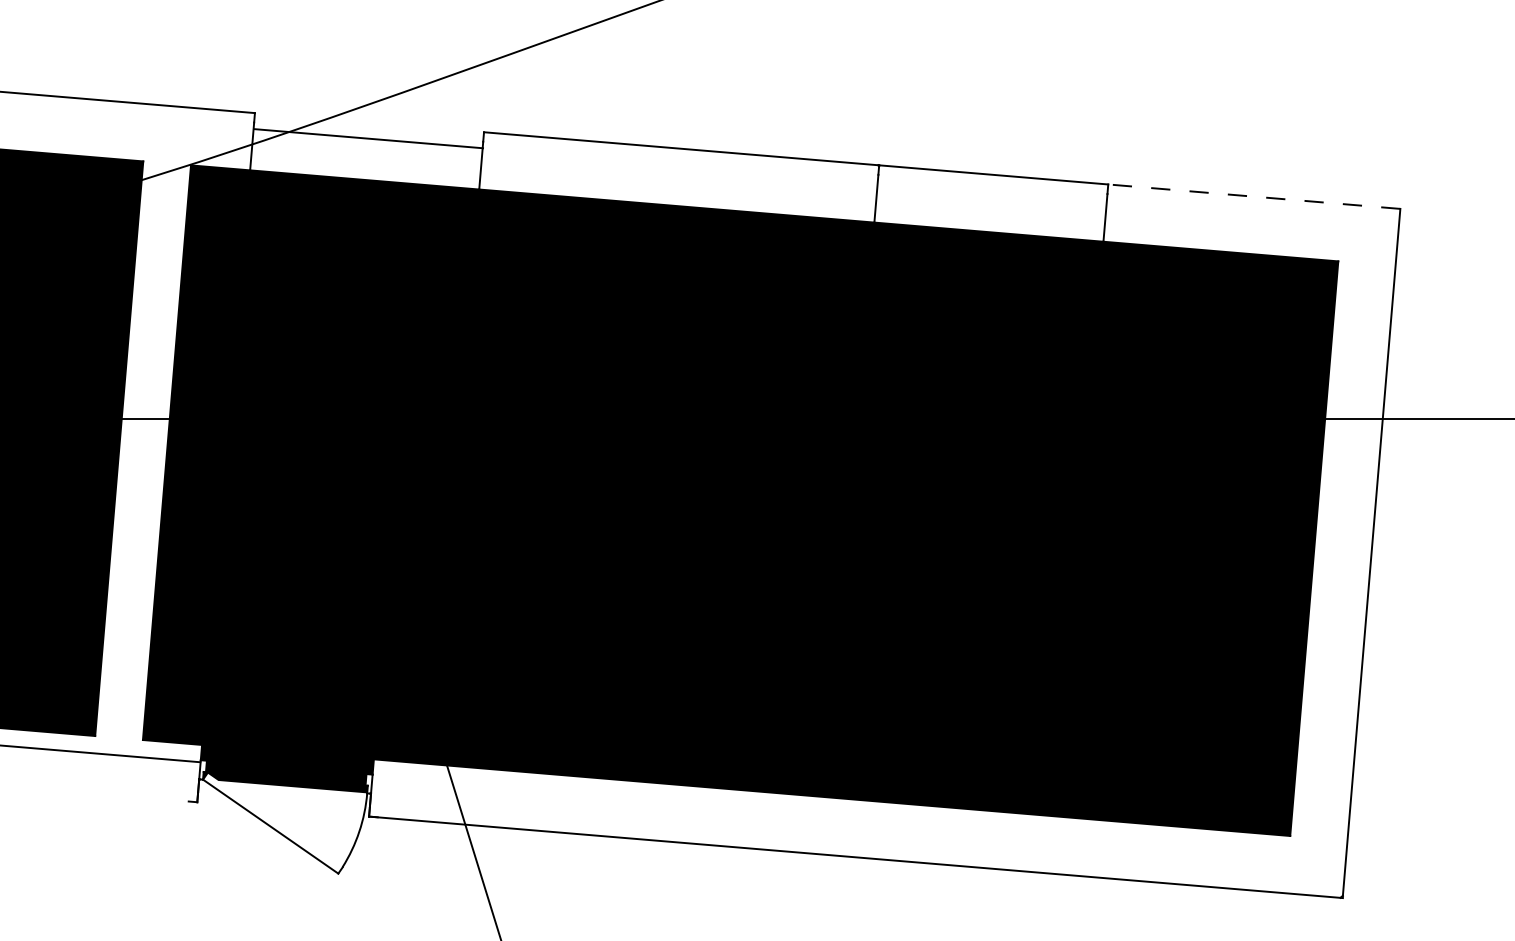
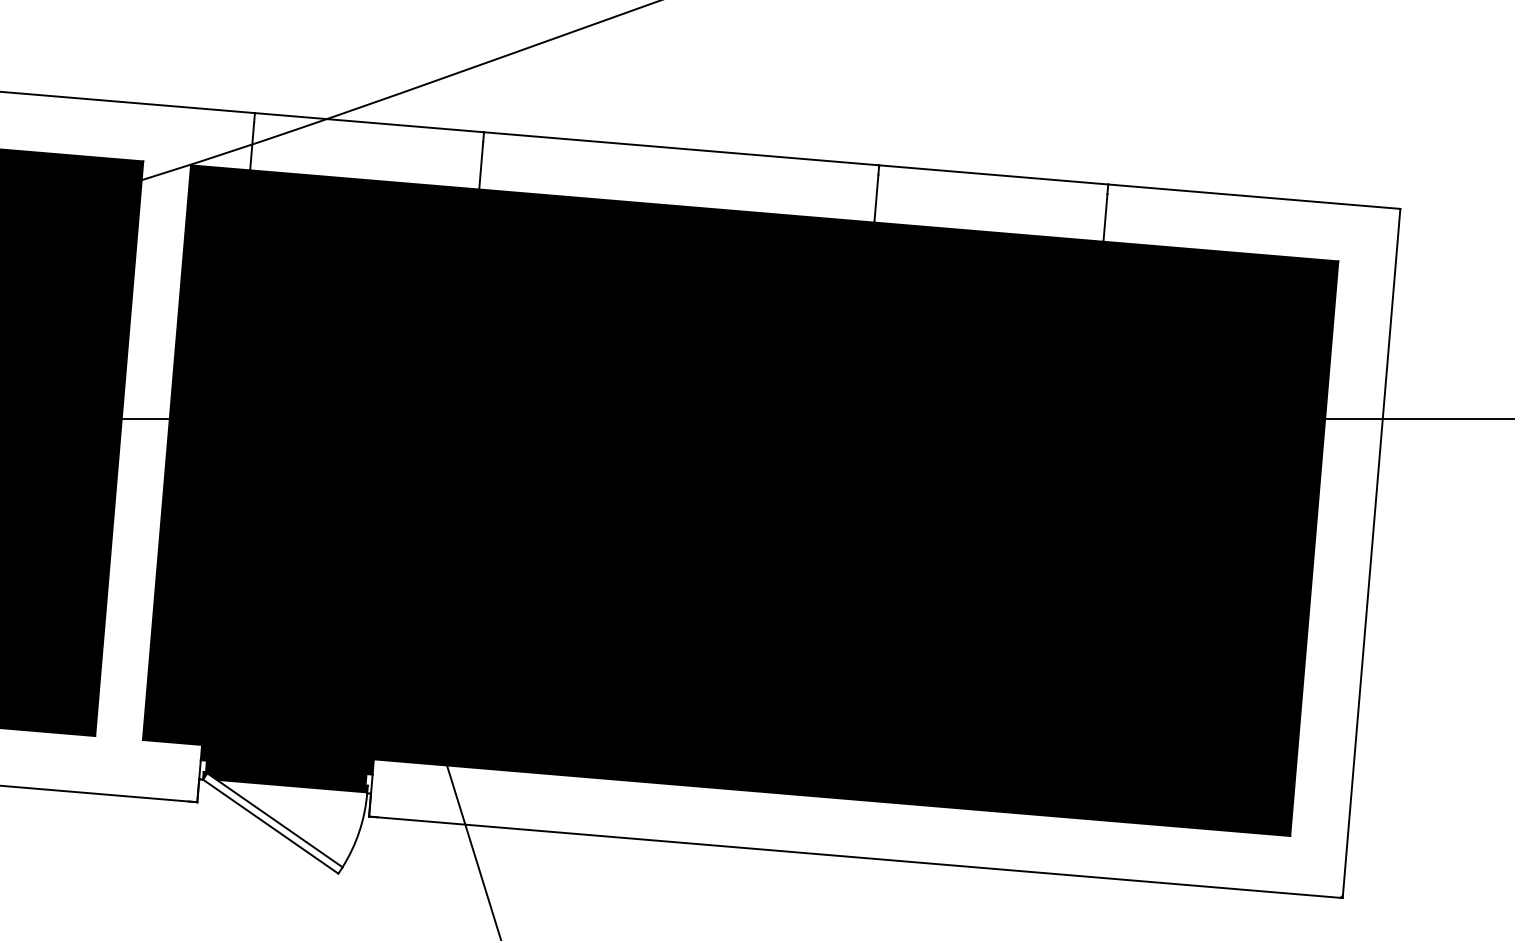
line at (368, 138) position: (368, 138) -> (369, 122)
line at (1254, 196): dashed -> solid
line at (101, 753) position: (101, 753) -> (99, 793)
line at (274, 820): none -> present
